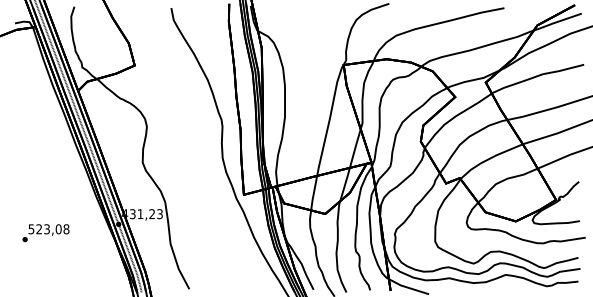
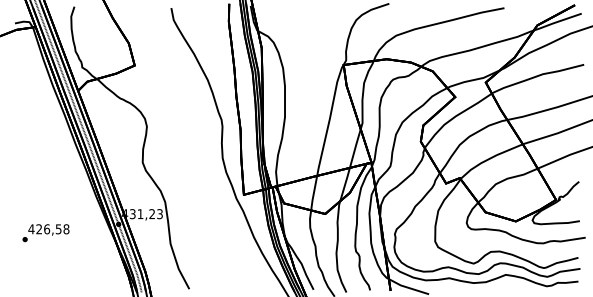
text at (44, 229): 523,08 -> 426,58
